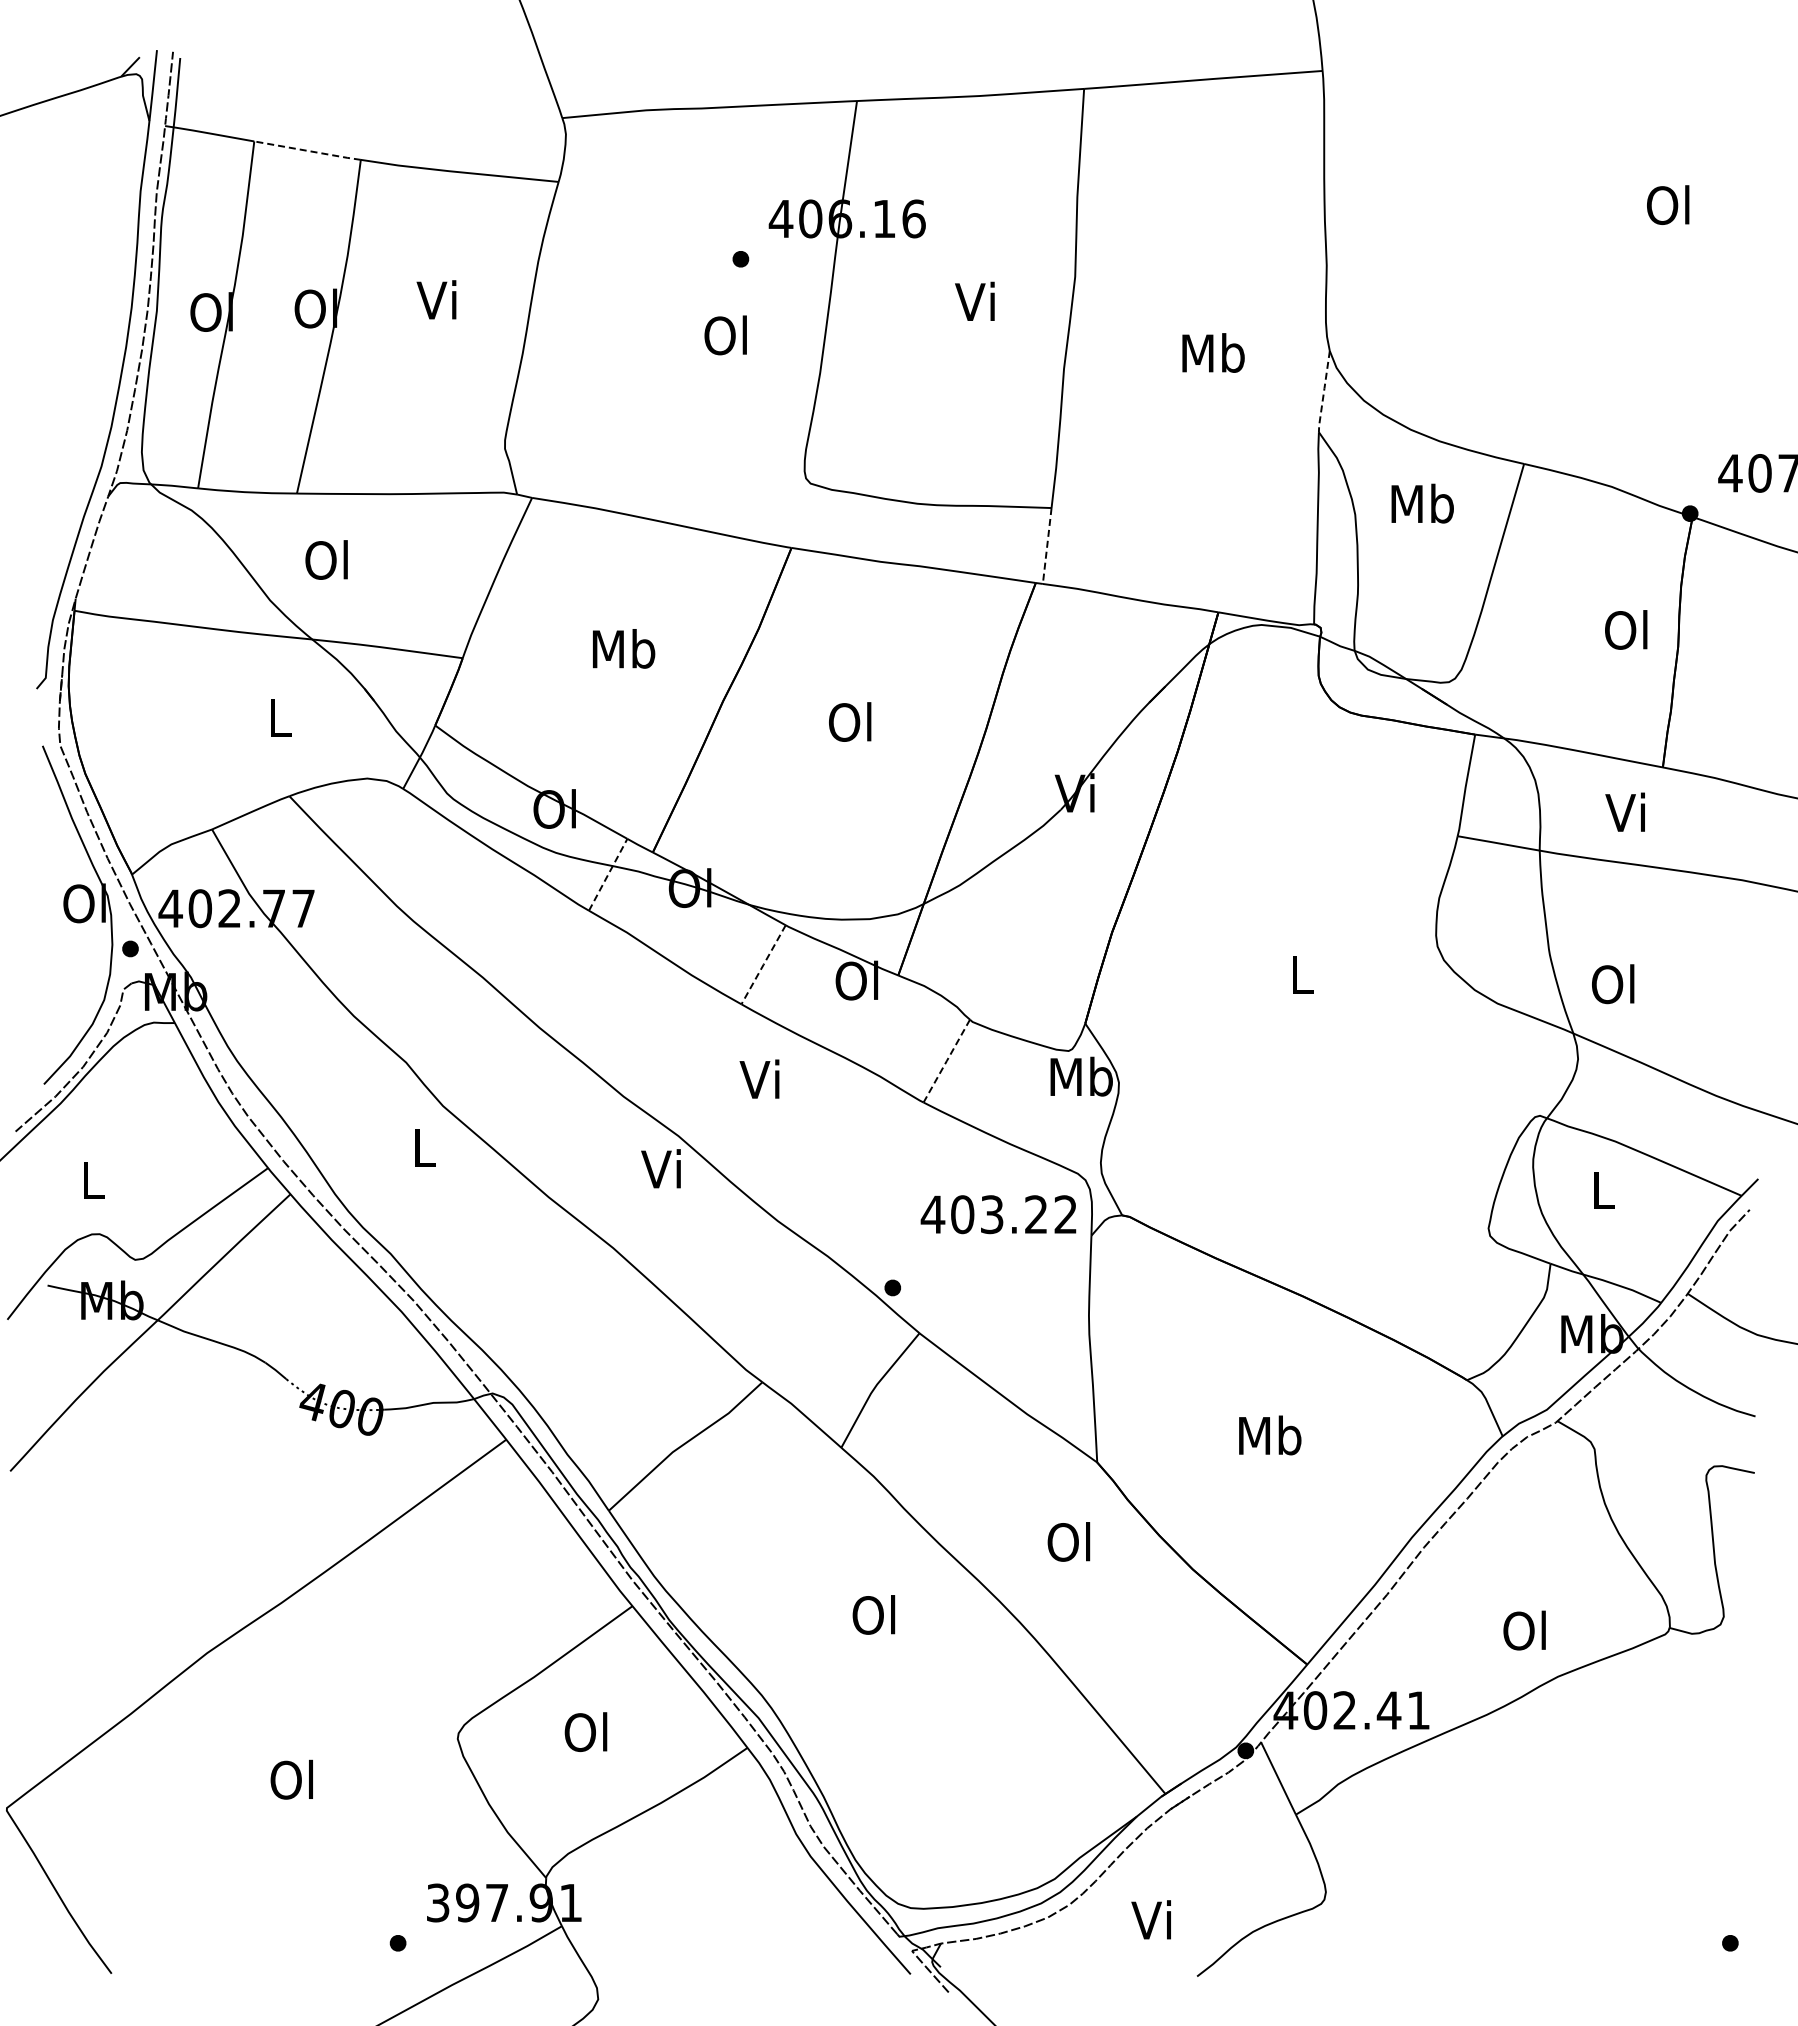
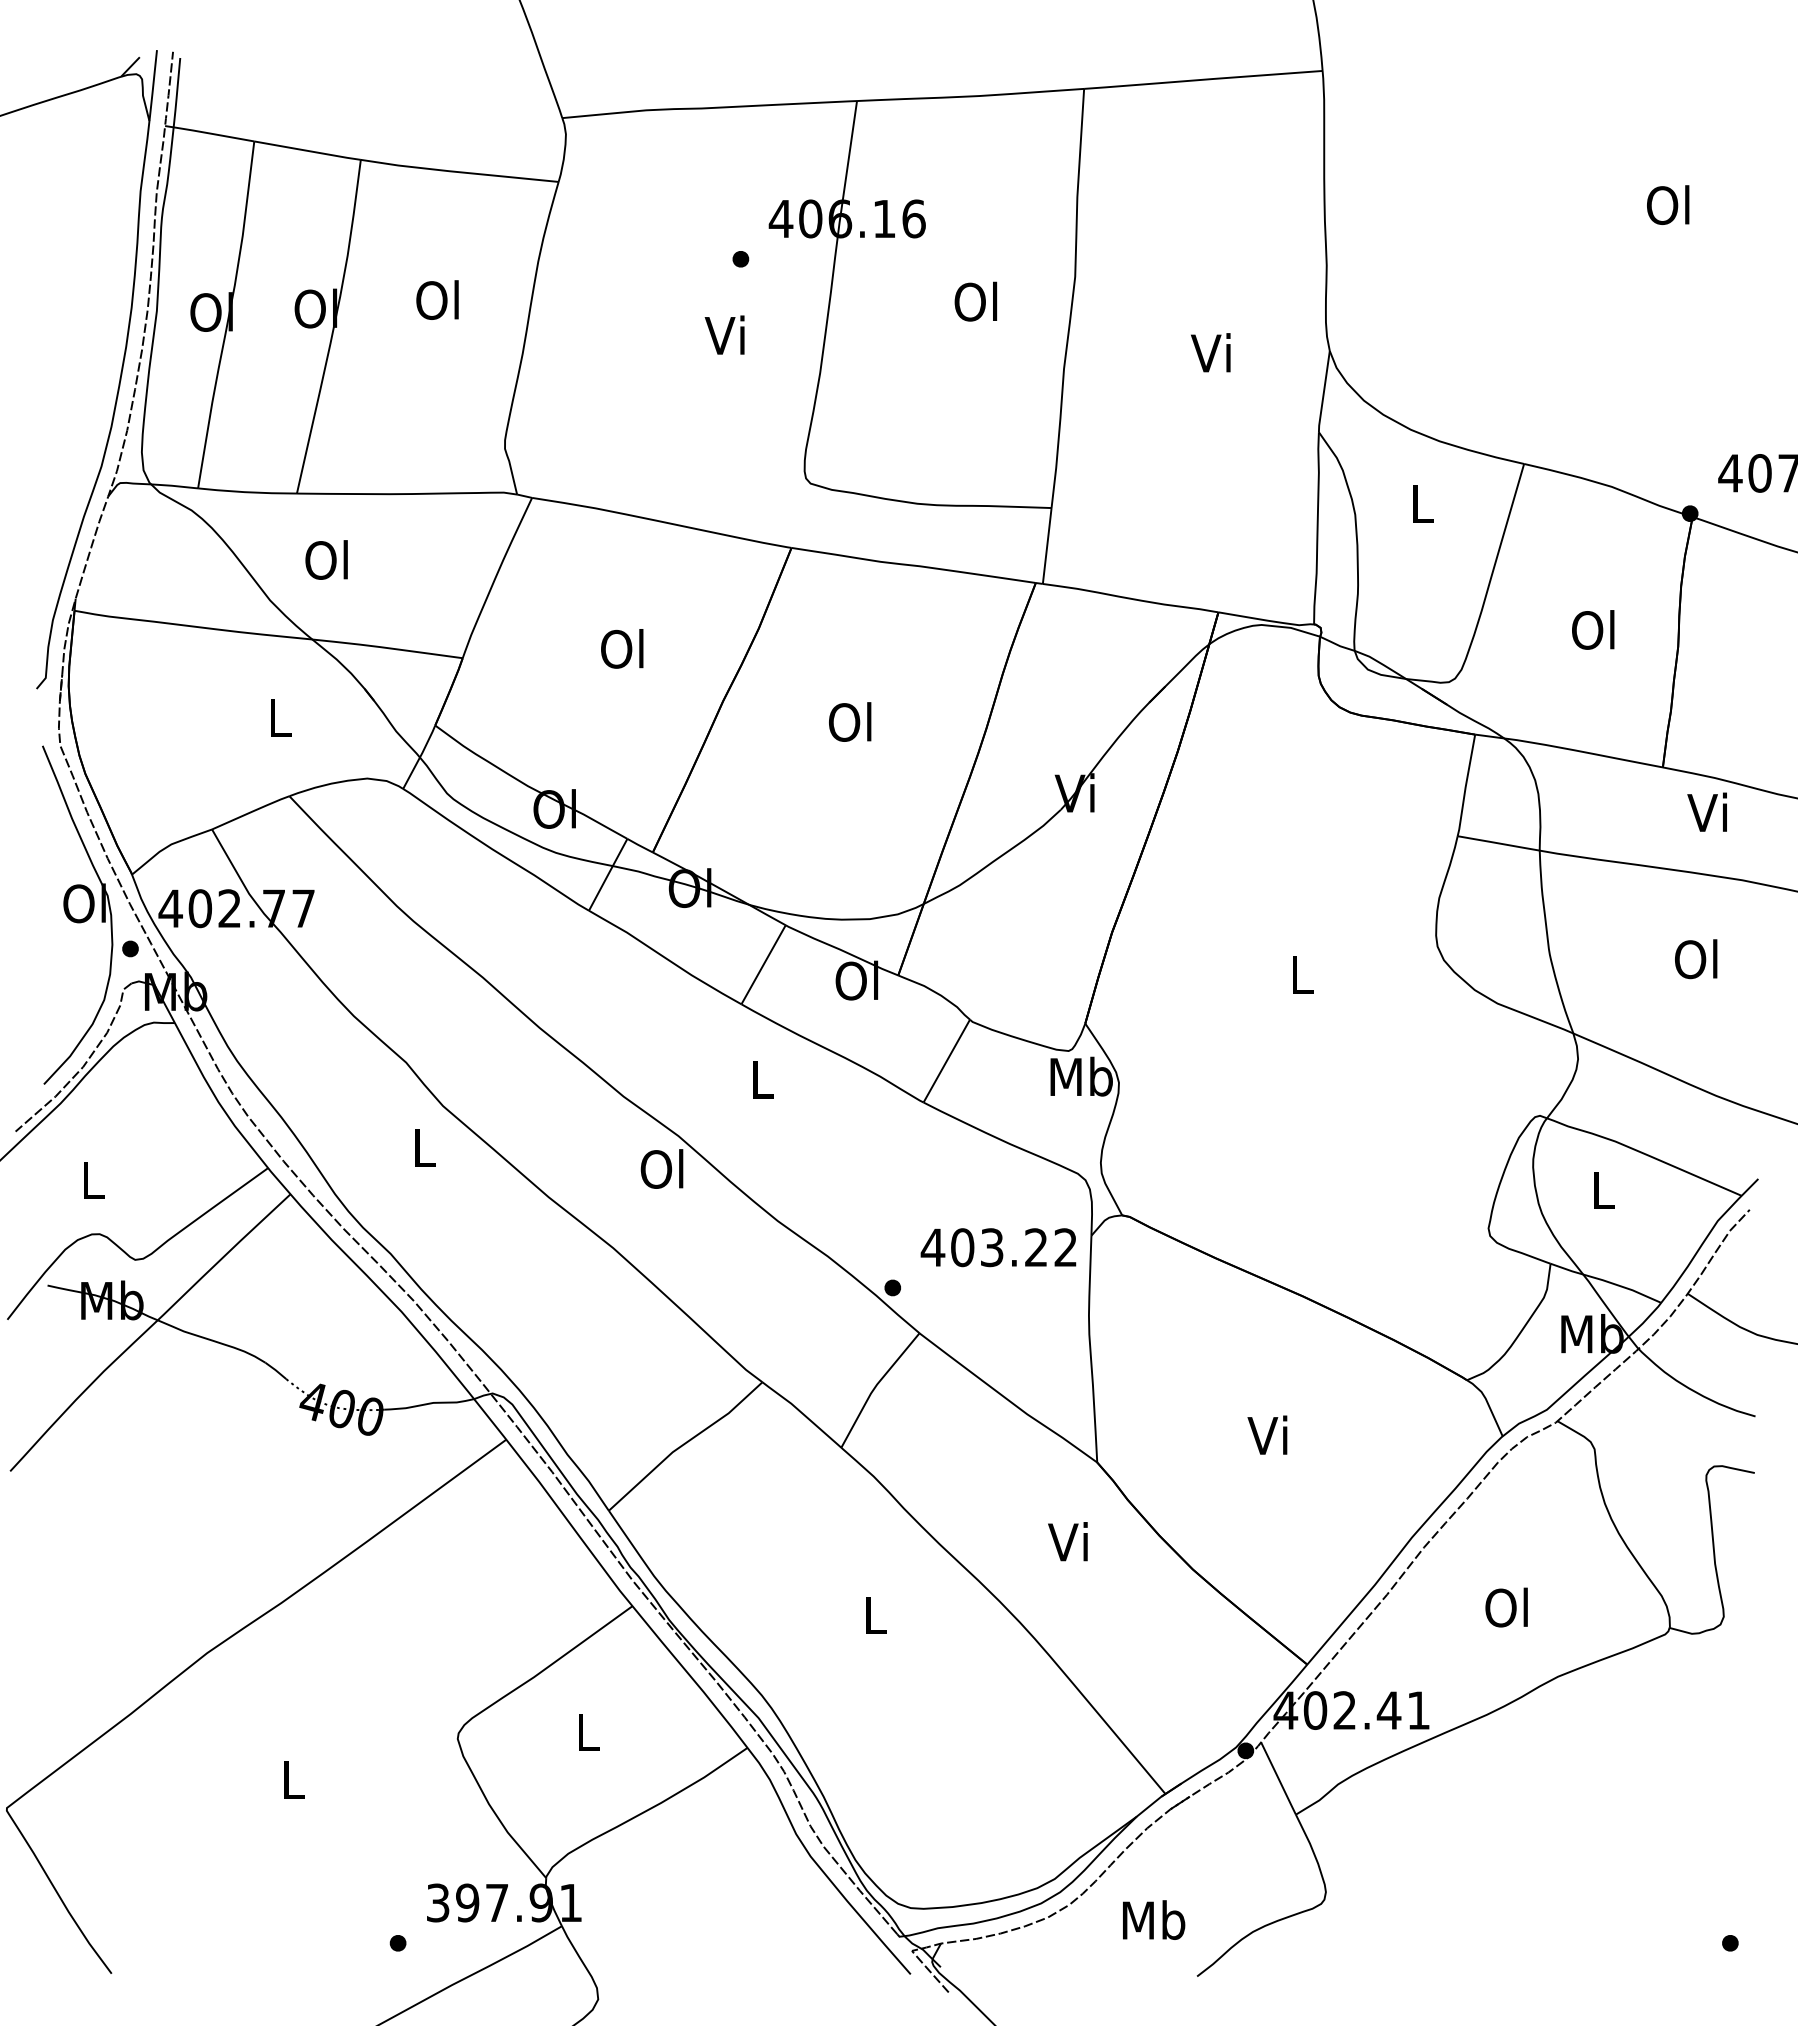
line at (306, 150): dashed -> solid
text at (437, 299): Vi -> Ol
text at (975, 301): Vi -> Ol
text at (725, 335): Ol -> Vi
text at (1213, 352): Mb -> Vi
line at (1323, 392): dashed -> solid
text at (1422, 503): Mb -> L
line at (1047, 545): dashed -> solid
text at (1626, 629) position: (1626, 629) -> (1593, 629)
text at (623, 648): Mb -> Ol
text at (1624, 811) position: (1624, 811) -> (1706, 811)
line at (608, 874): dashed -> solid
line at (763, 964): dashed -> solid
text at (1613, 984) position: (1613, 984) -> (1696, 959)
line at (946, 1061): dashed -> solid
text at (759, 1078): Vi -> L
text at (661, 1168): Vi -> Ol
text at (998, 1214) position: (998, 1214) -> (998, 1247)
text at (1270, 1435): Mb -> Vi
text at (1068, 1541): Ol -> Vi
text at (873, 1614): Ol -> L
text at (1524, 1630) position: (1524, 1630) -> (1506, 1607)
text at (585, 1732): Ol -> L
text at (291, 1779): Ol -> L
text at (1154, 1919): Vi -> Mb
